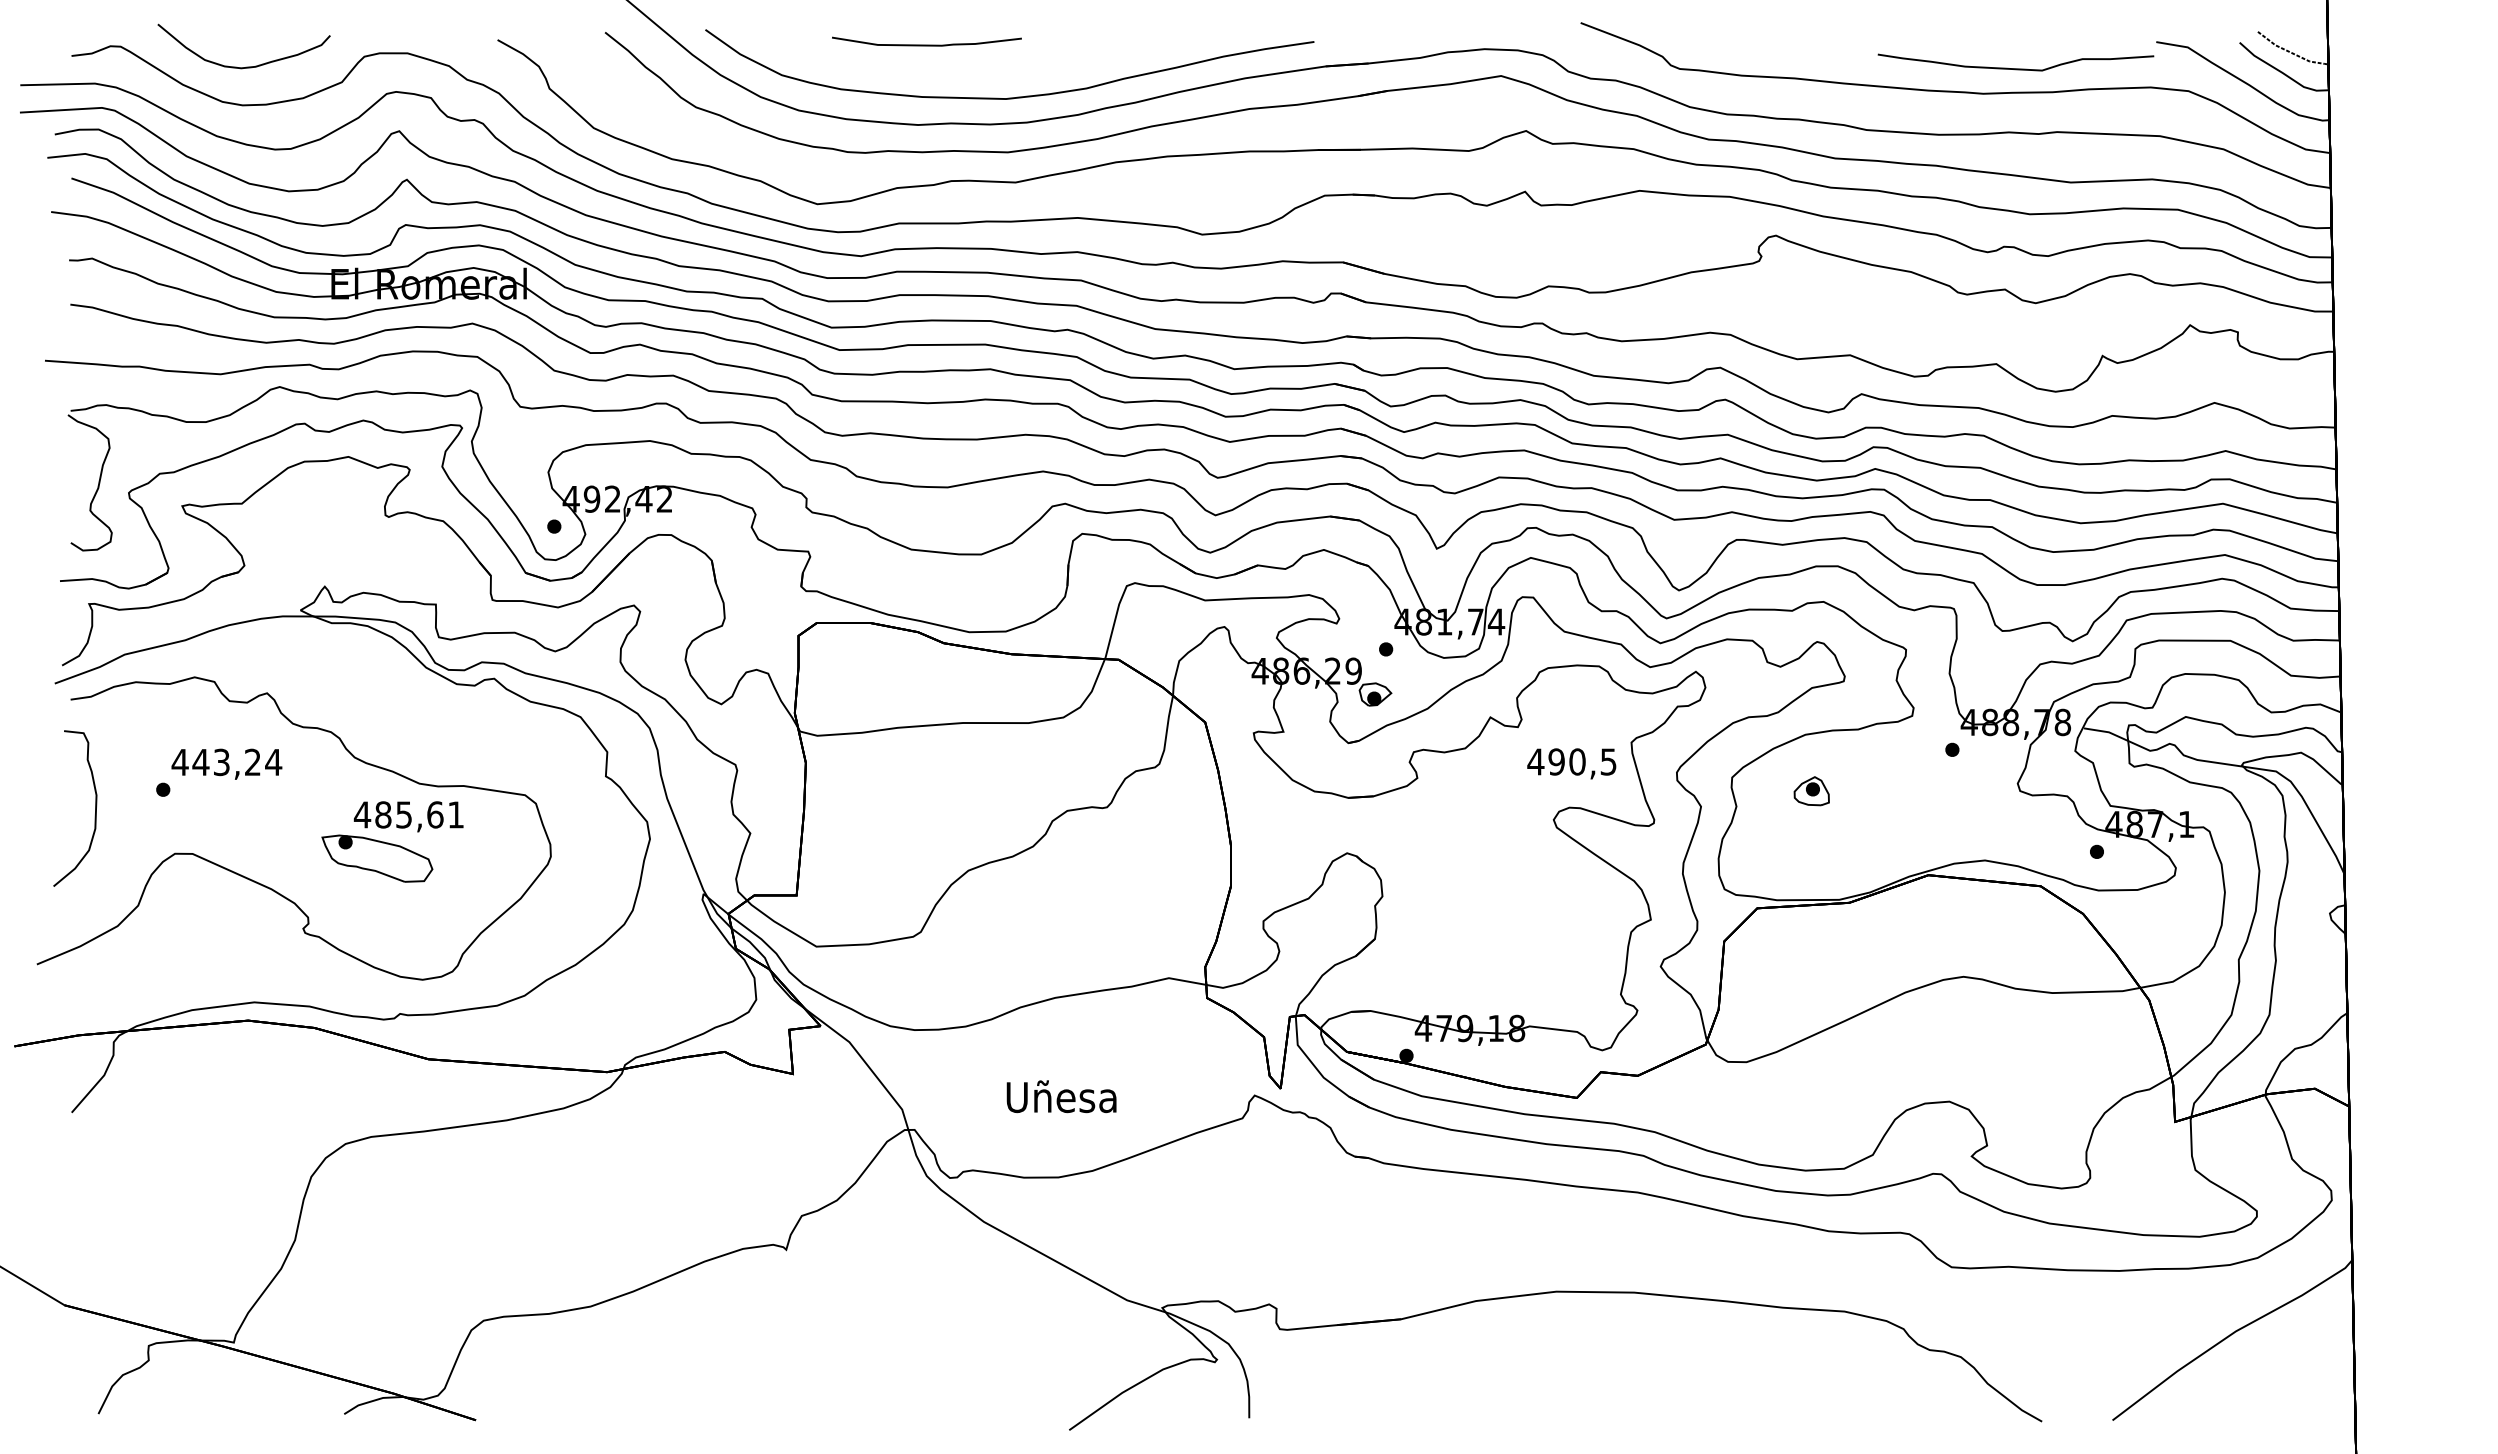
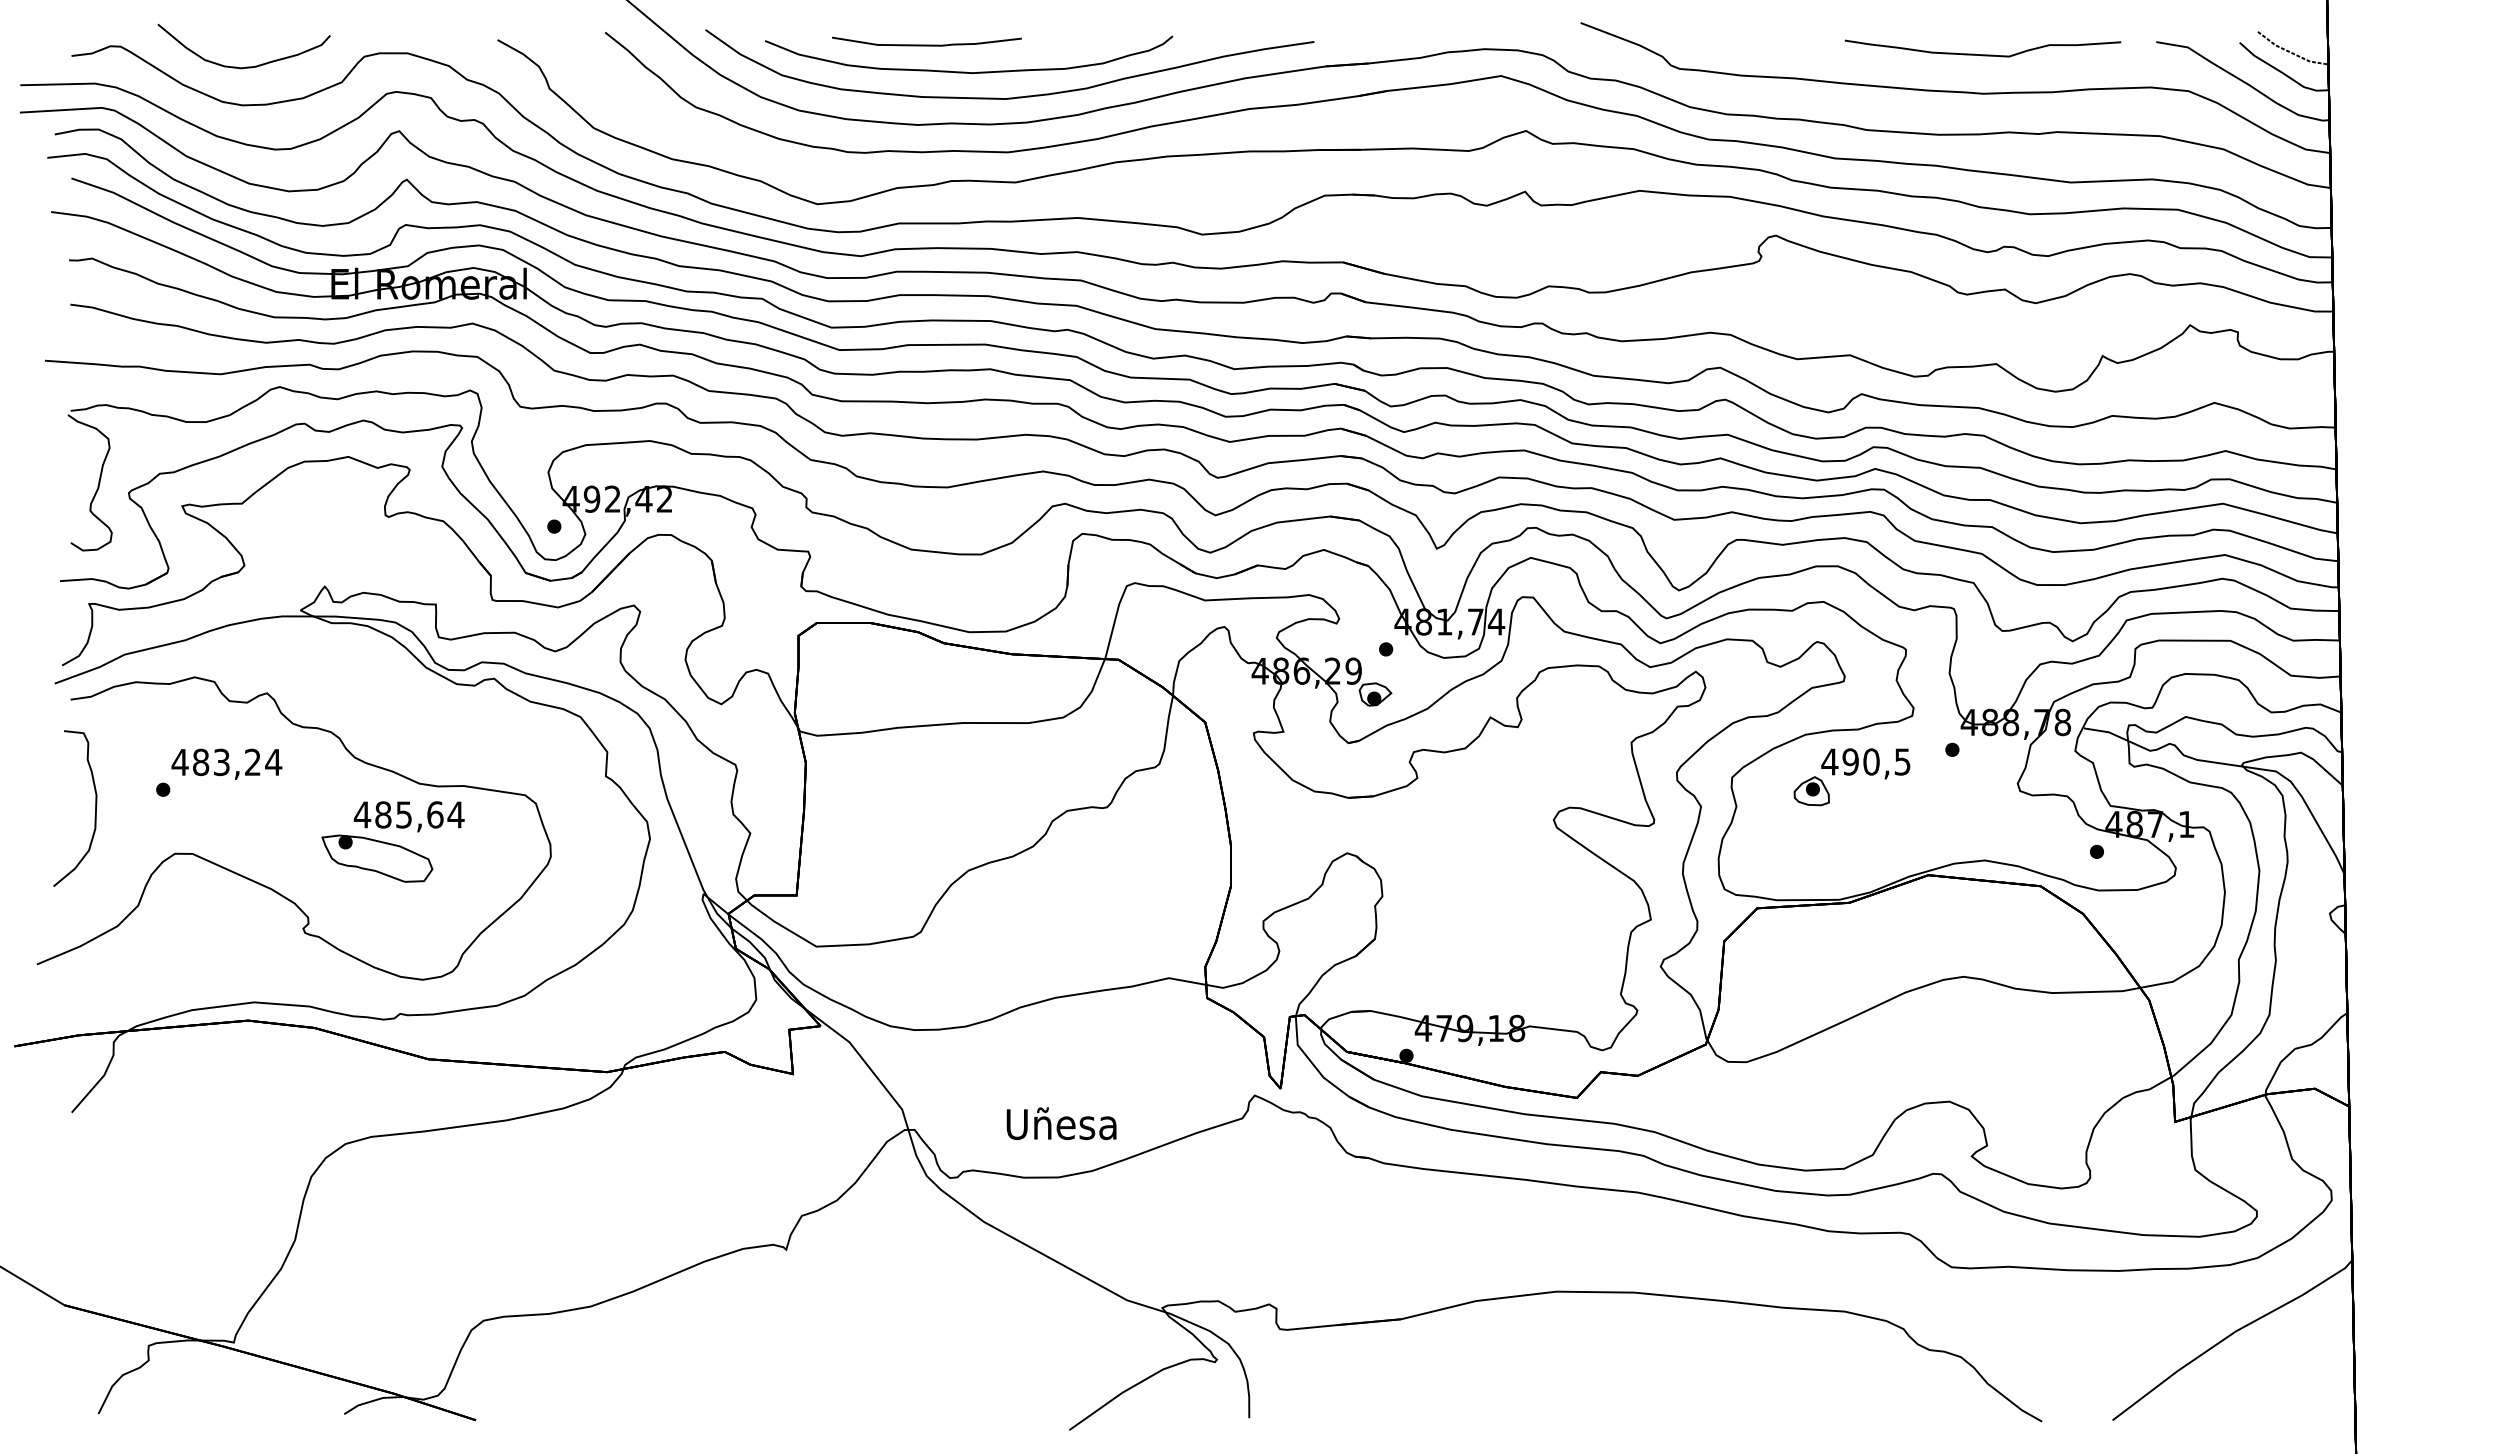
curve at (2015, 68) position: (2015, 68) -> (1982, 54)
curve at (966, 71): none -> present
text at (200, 762): 443,24 -> 483,24
text at (1571, 763) position: (1571, 763) -> (1865, 763)
text at (455, 814): 485,61 -> 485,64
text at (1061, 1096) position: (1061, 1096) -> (1061, 1123)
